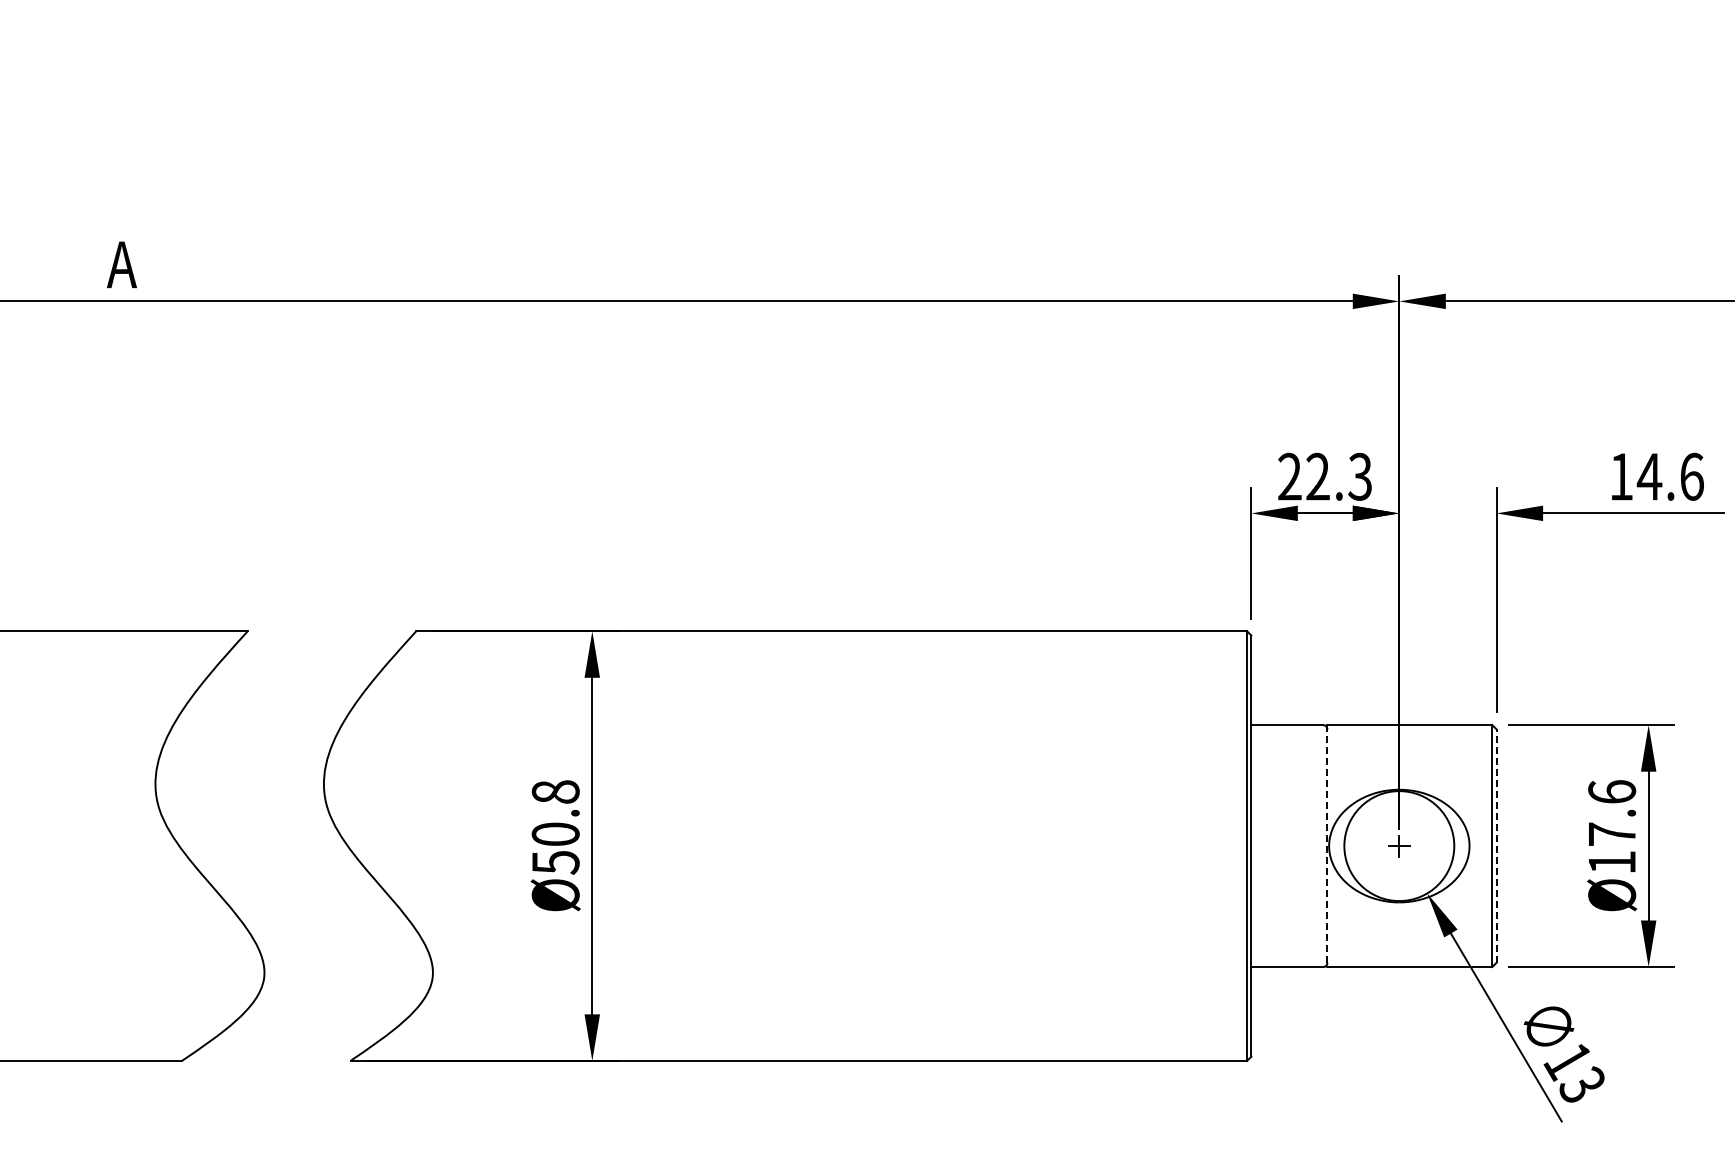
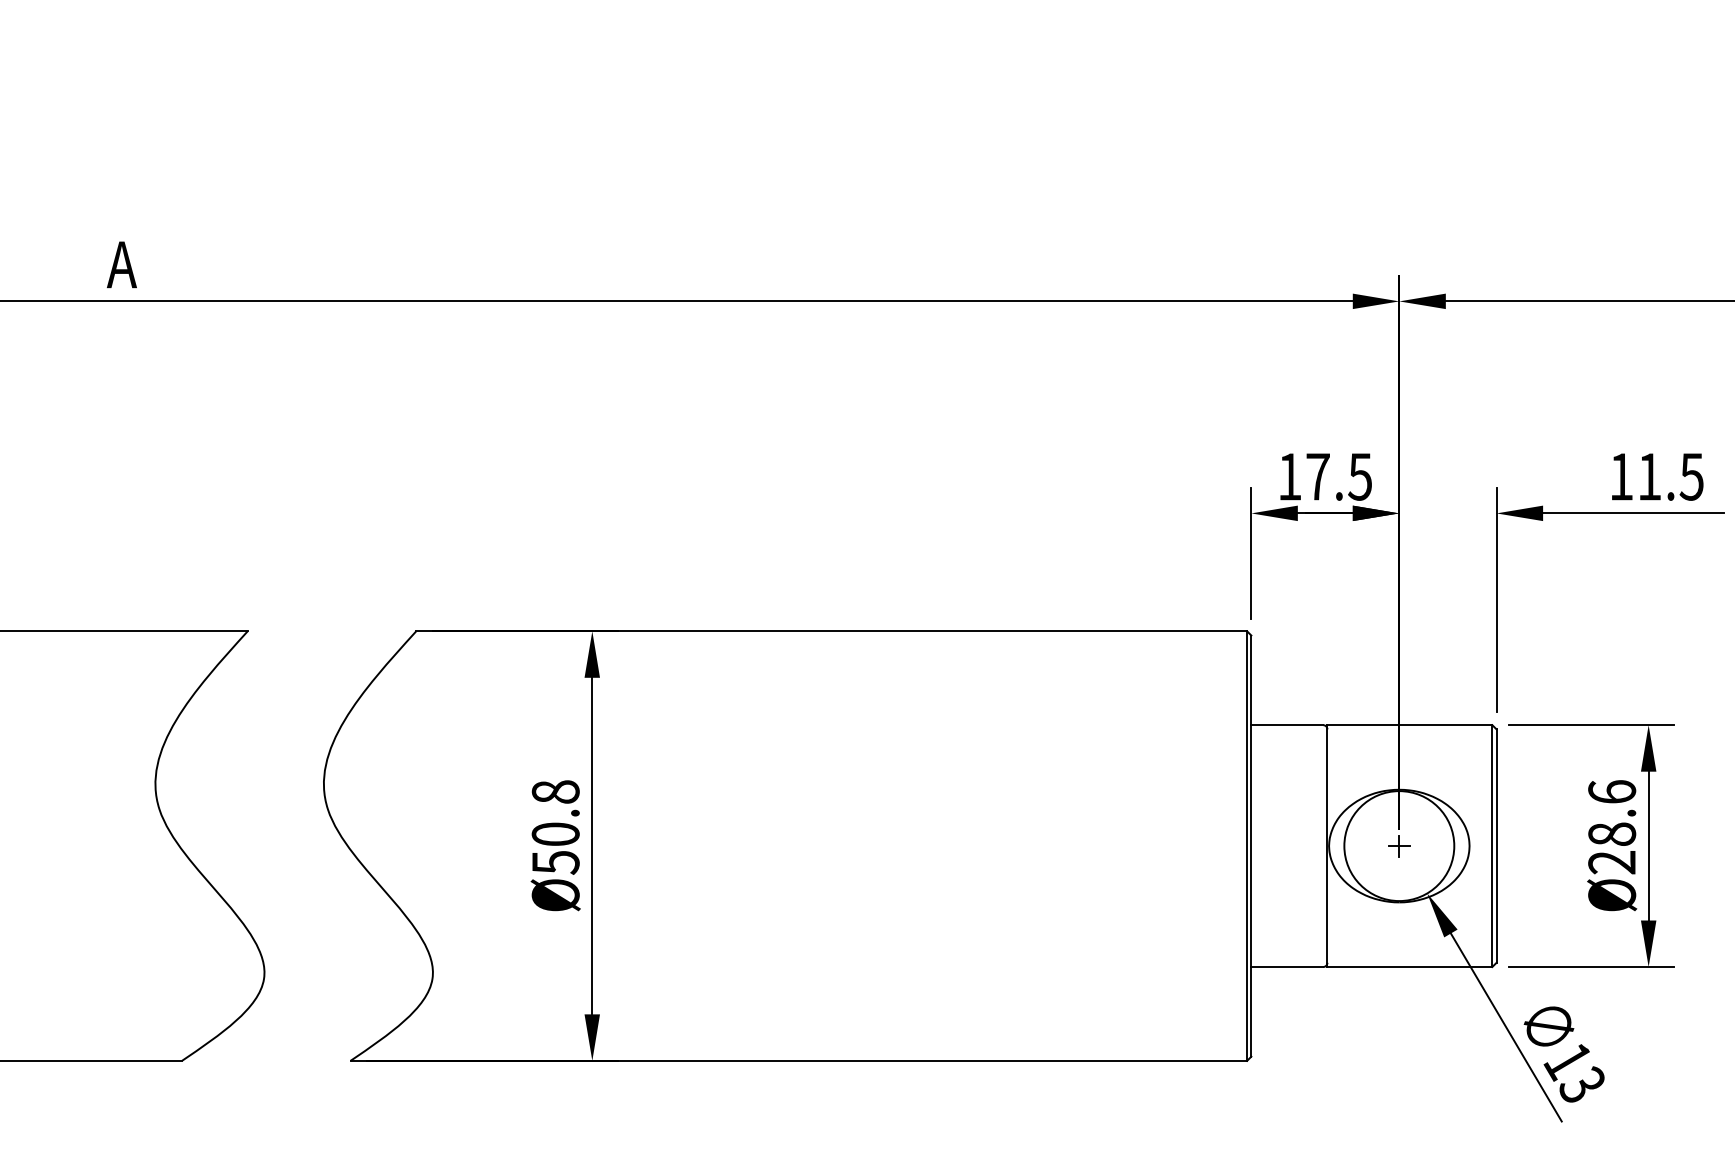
text at (1324, 476): 22.3 -> 17.5
text at (1669, 476): 14.6 -> 11.5
line at (1327, 846): dashed -> solid
line at (1496, 846): dashed -> solid
text at (1612, 848): Ø17.6 -> Ø28.6
